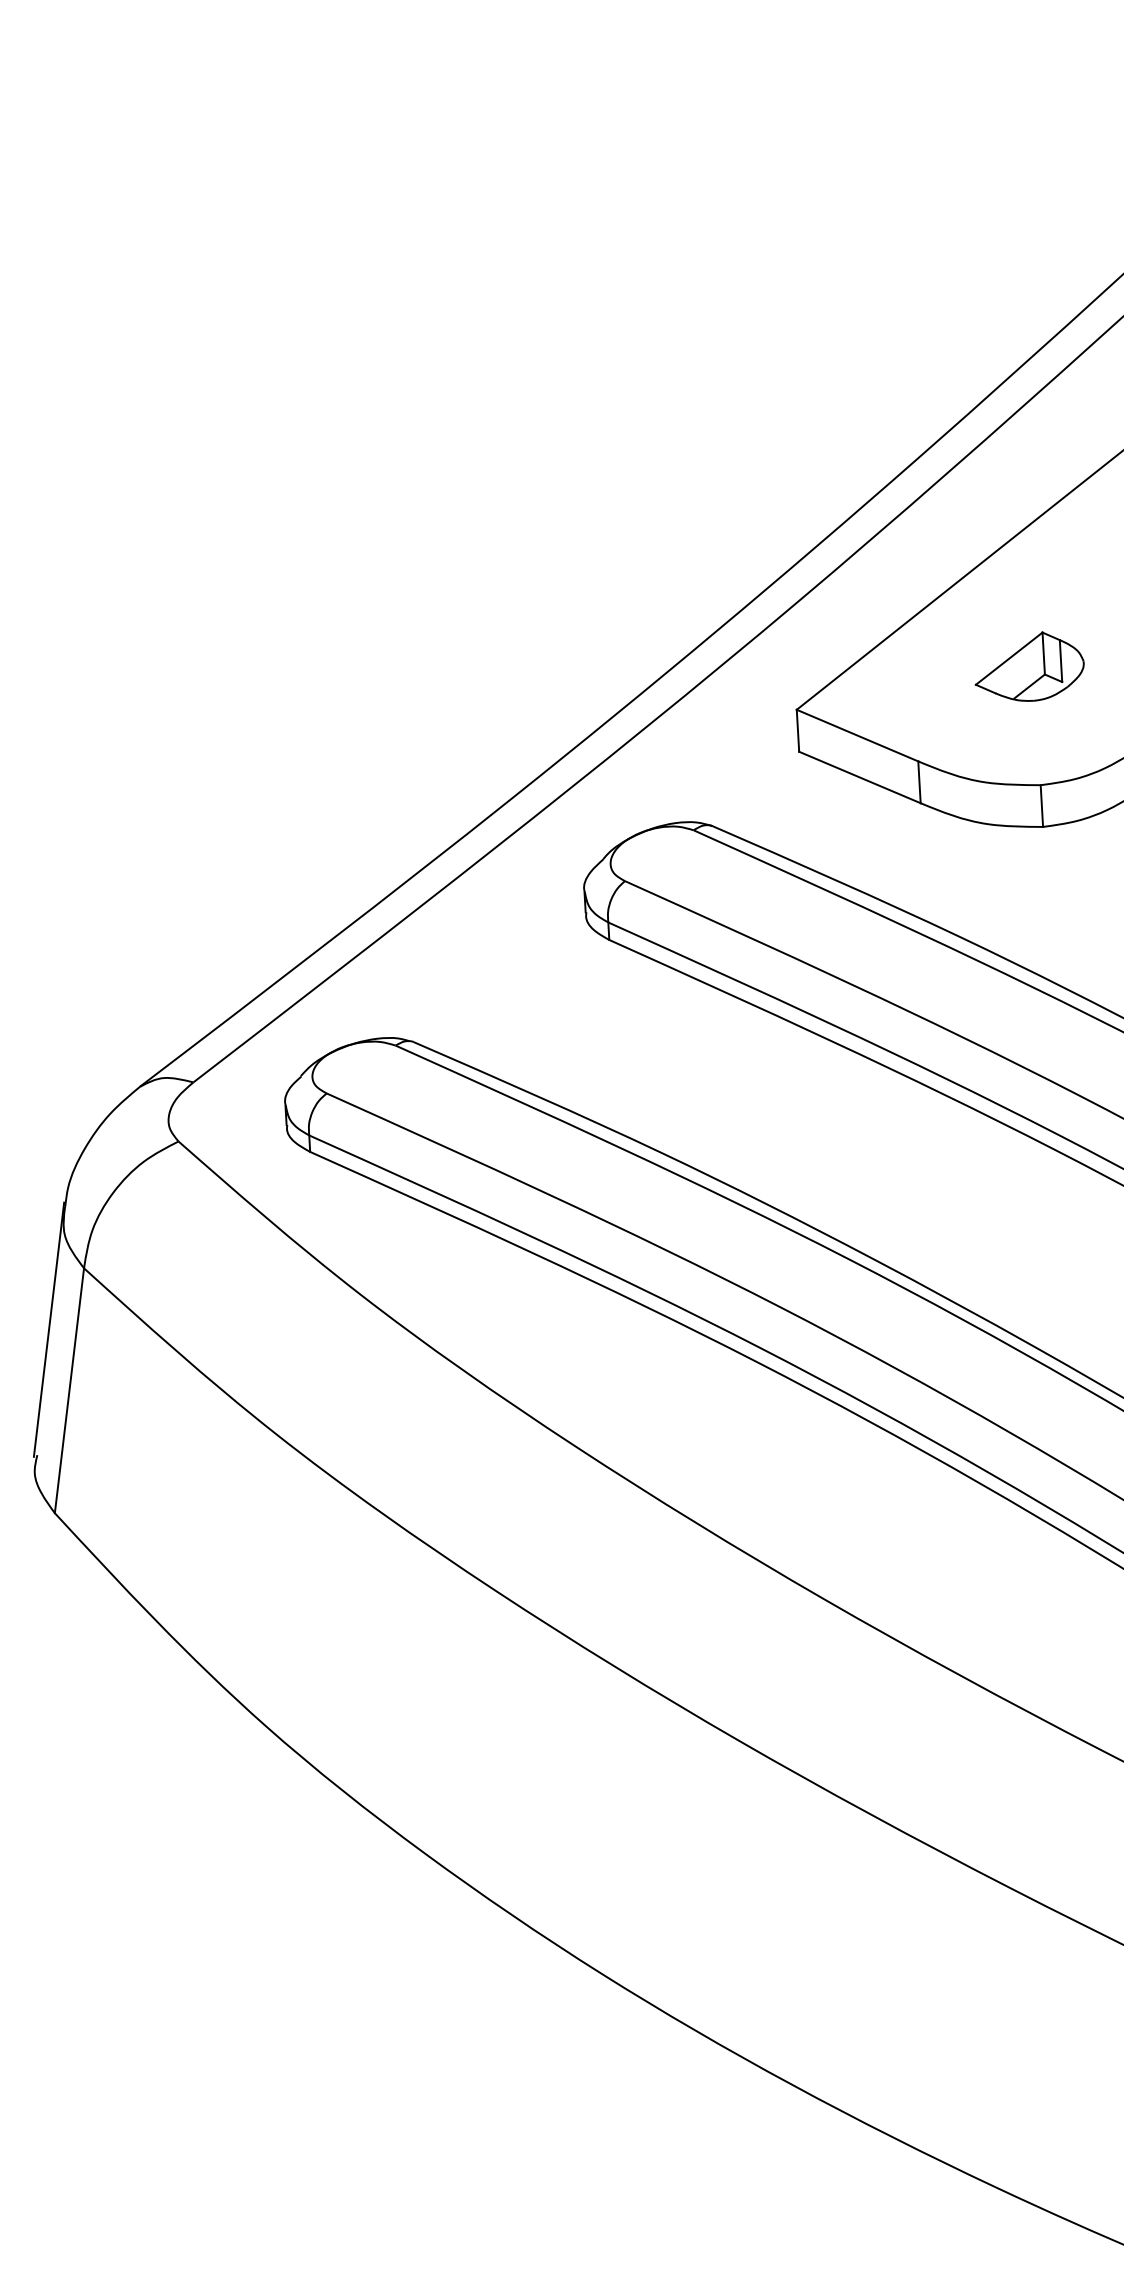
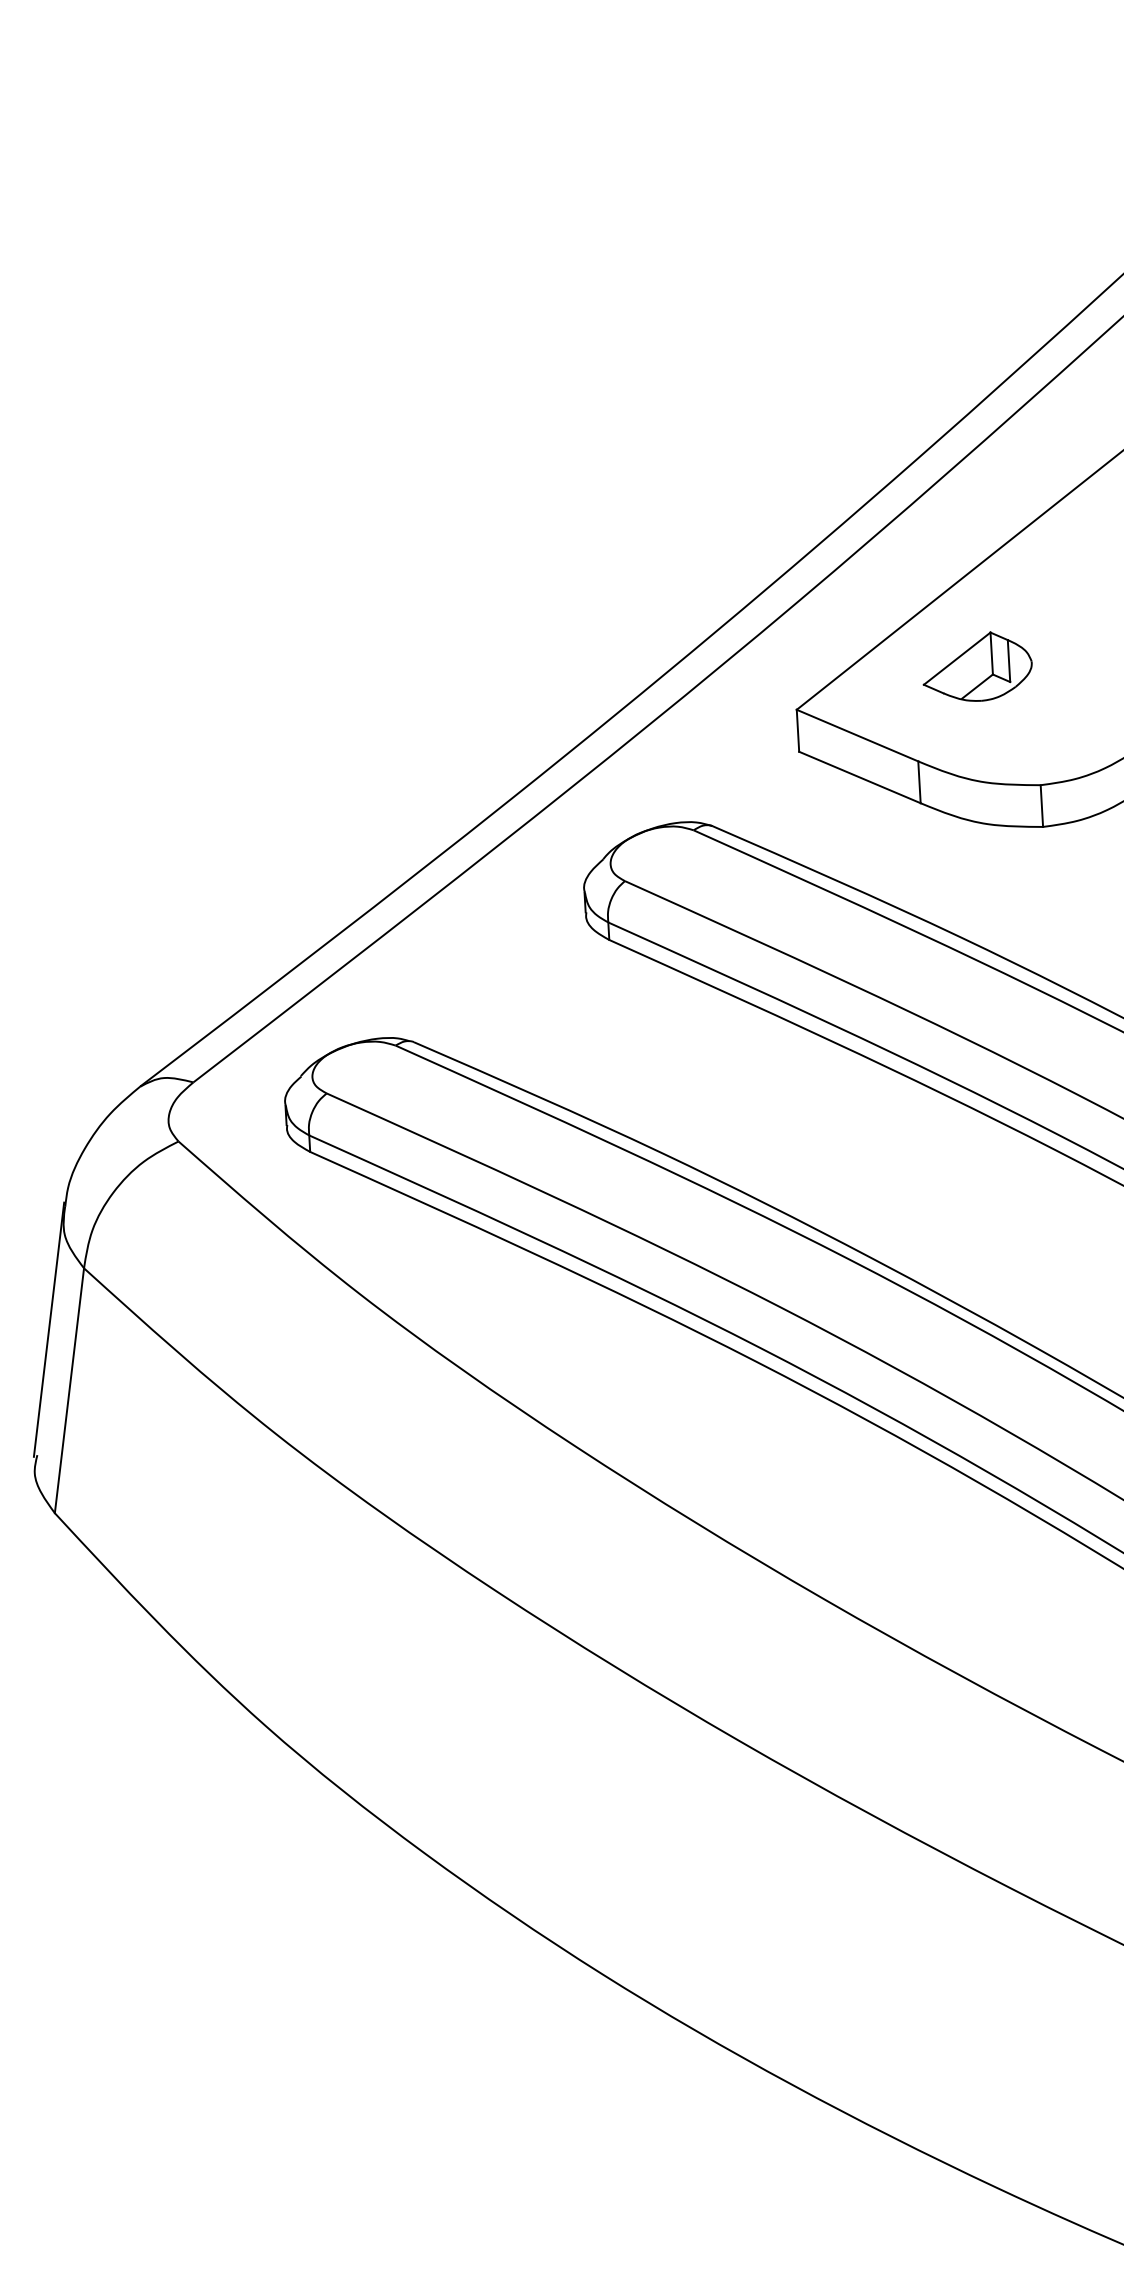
part at (1029, 666) position: (1029, 666) -> (977, 666)
